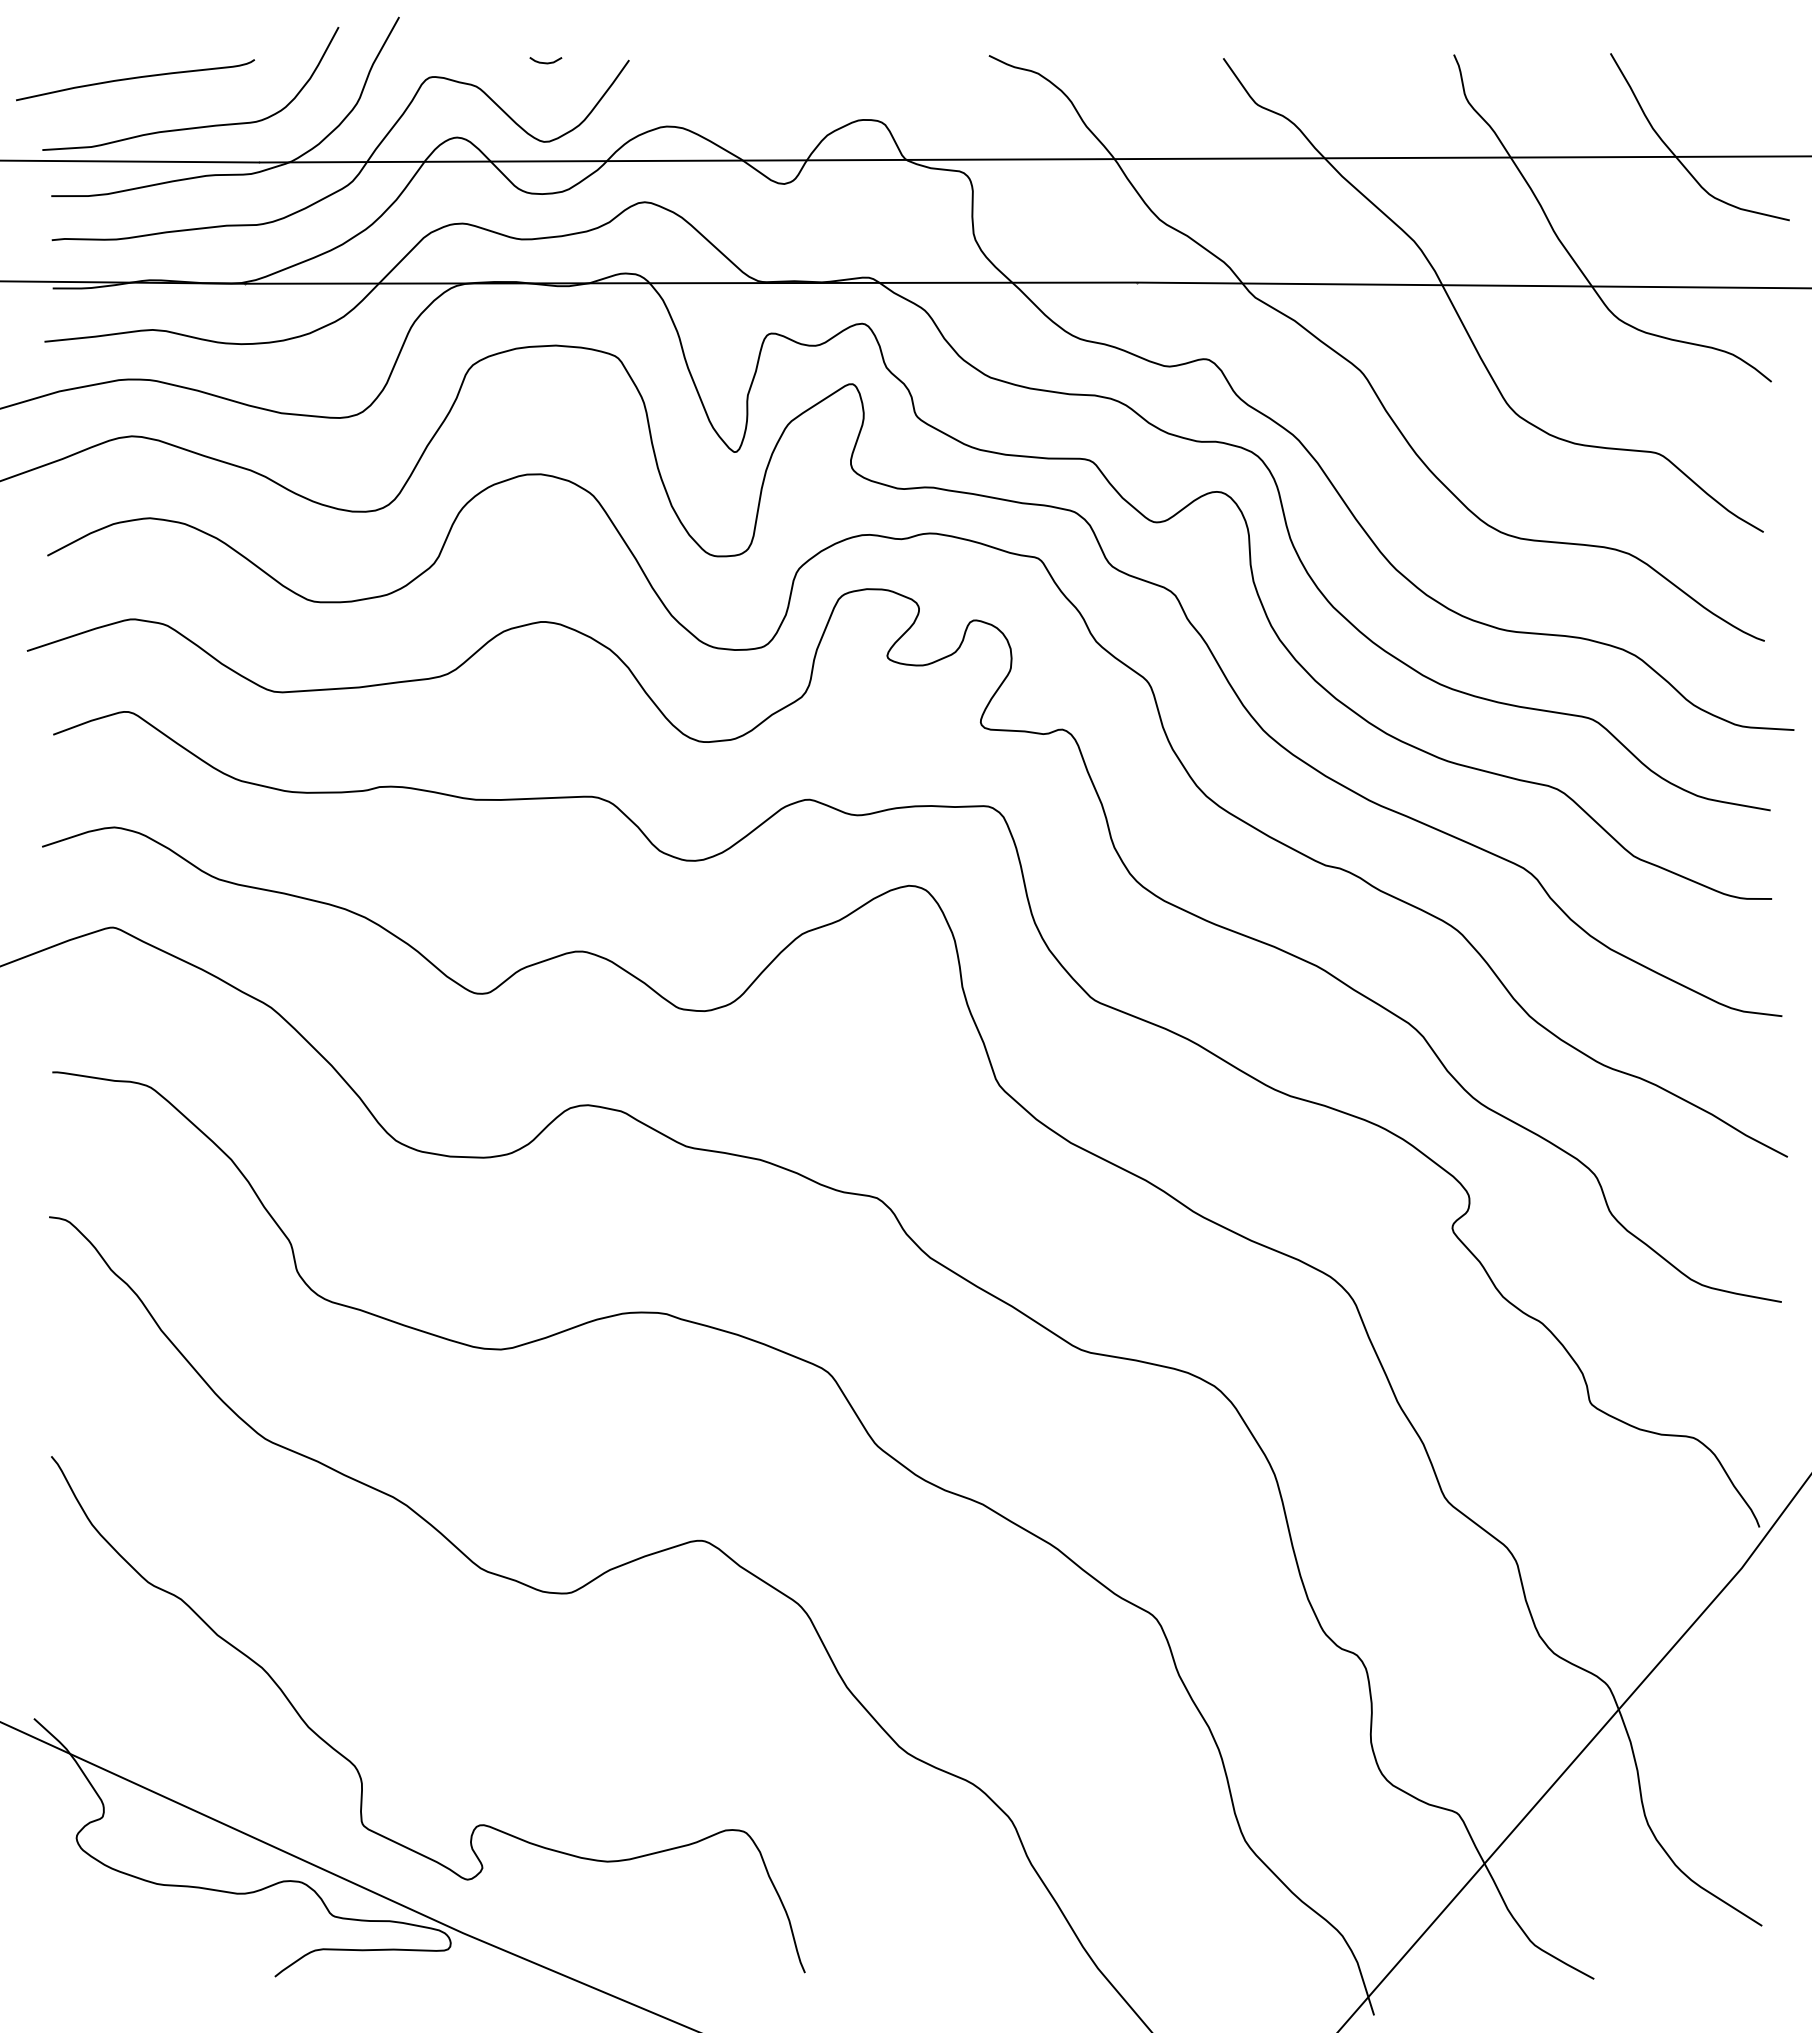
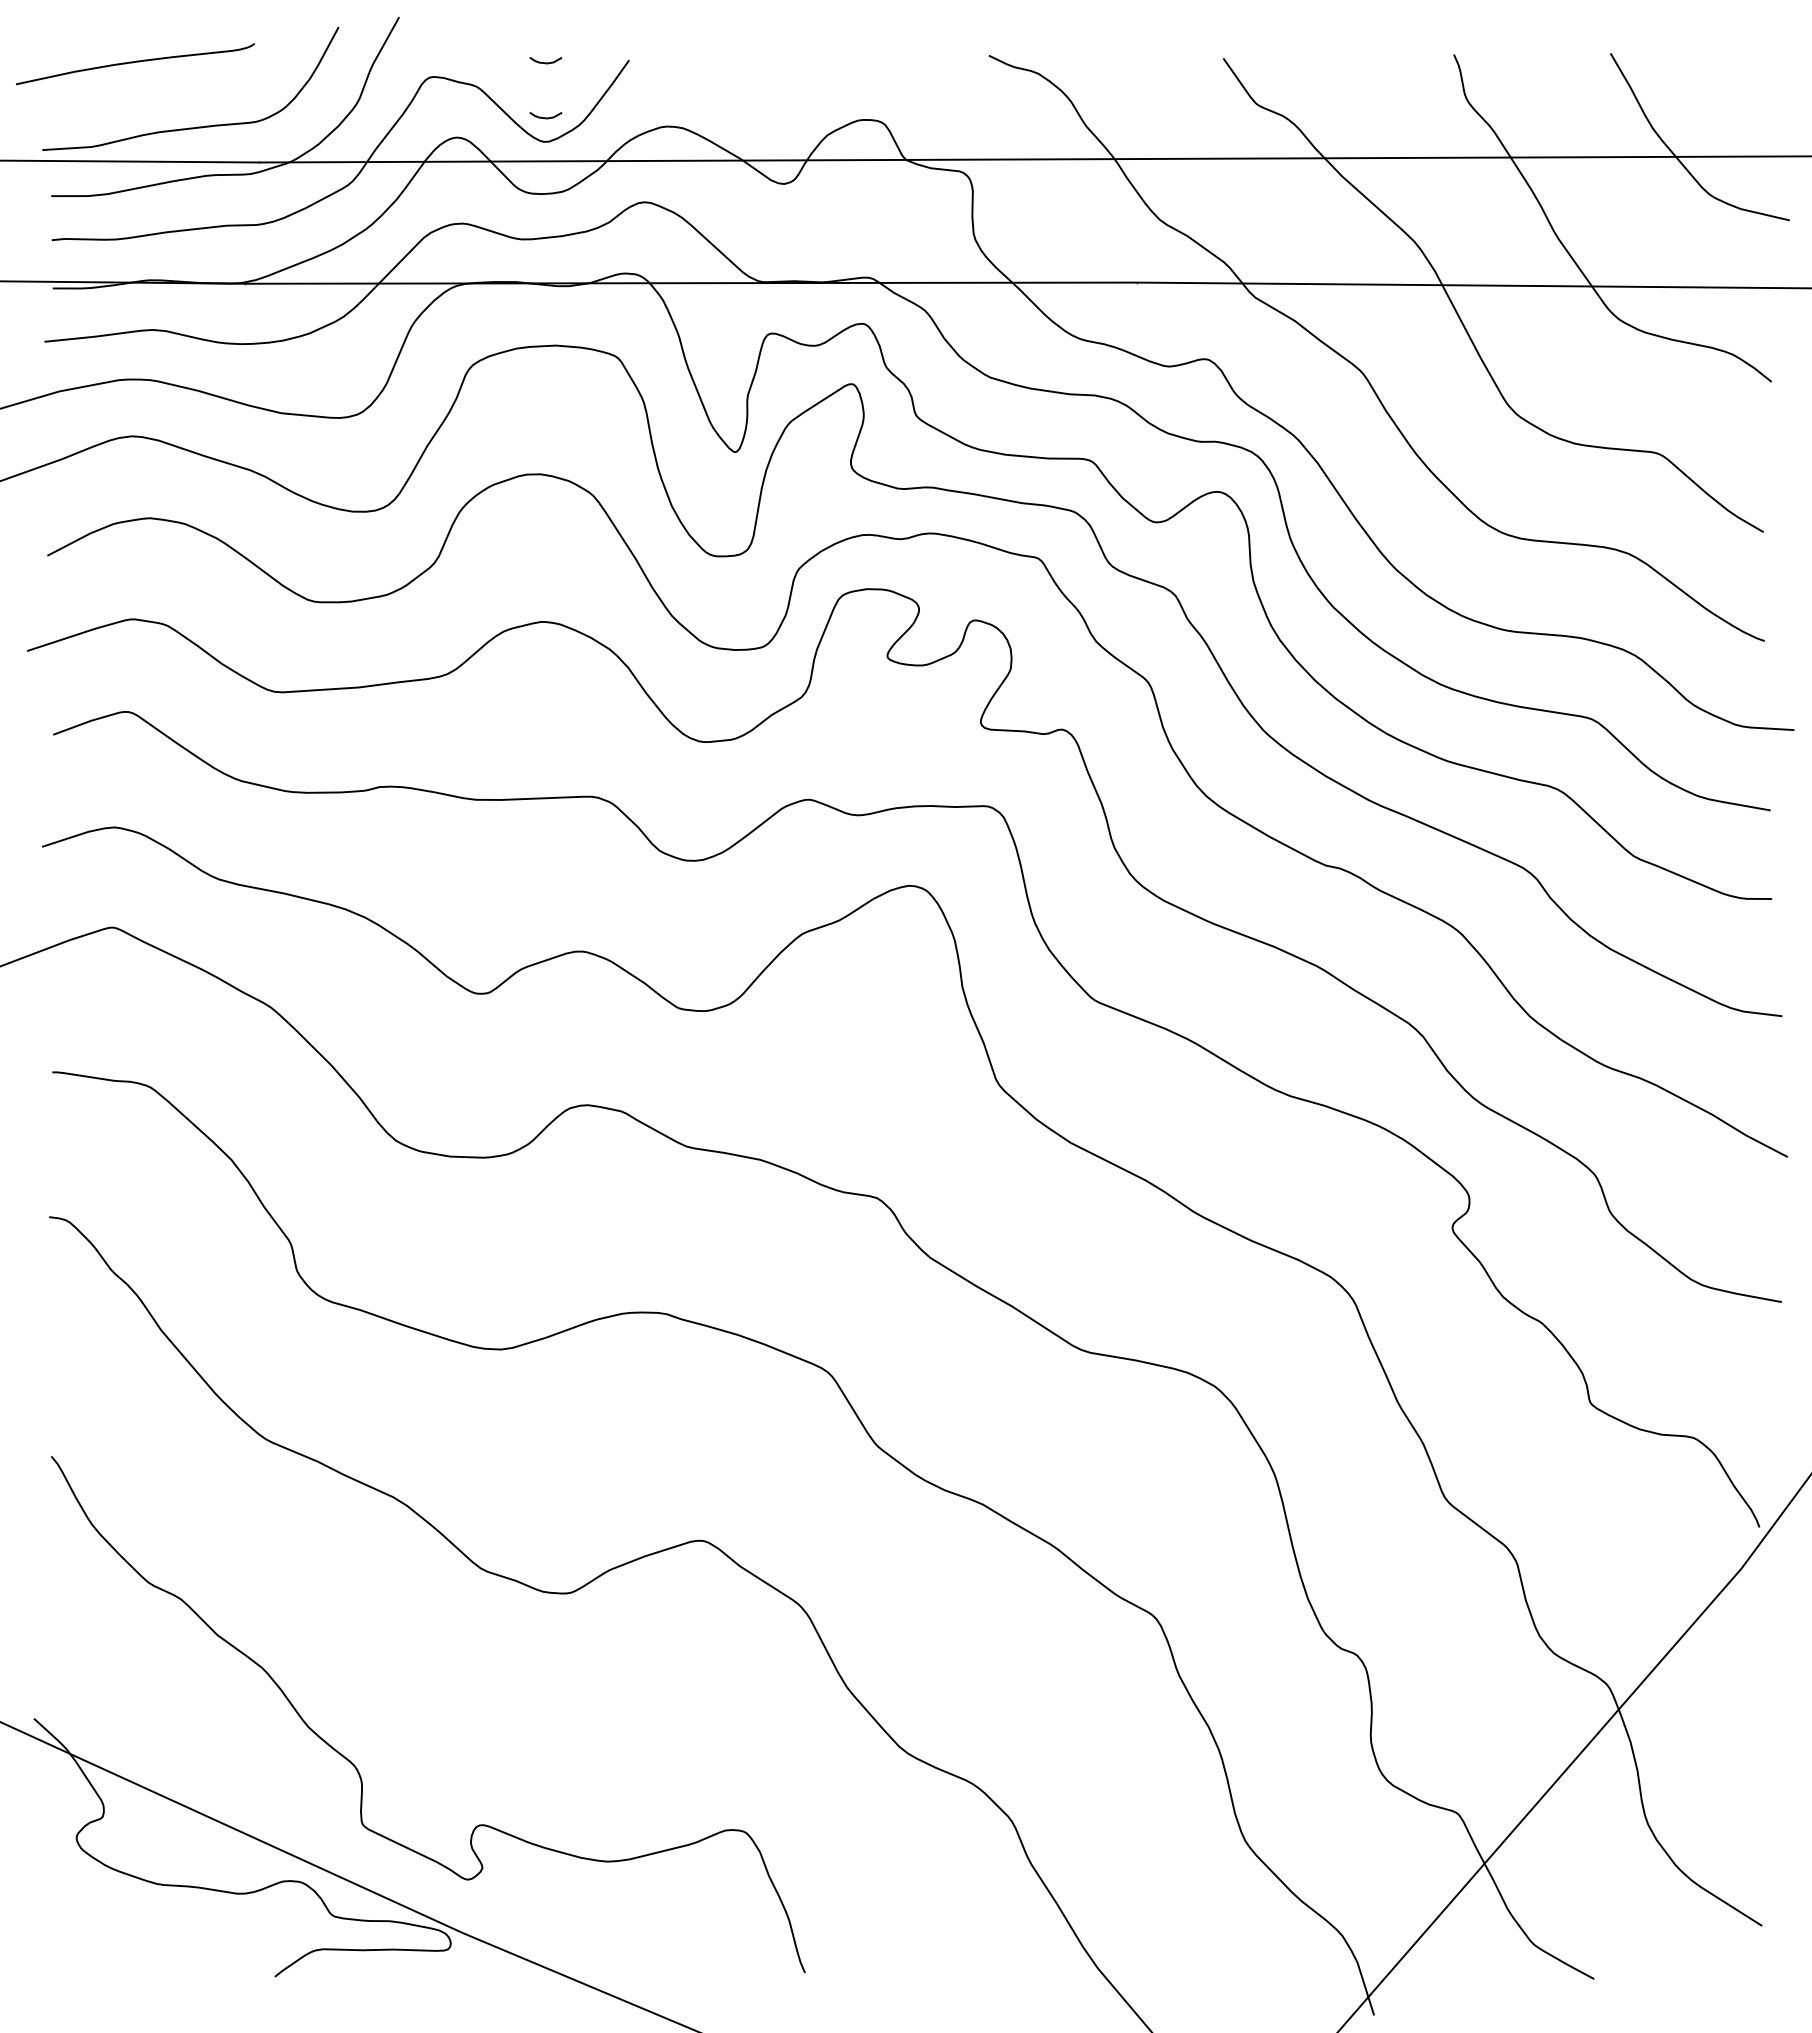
curve at (135, 78) position: (135, 78) -> (135, 62)
curve at (545, 117): none -> present
